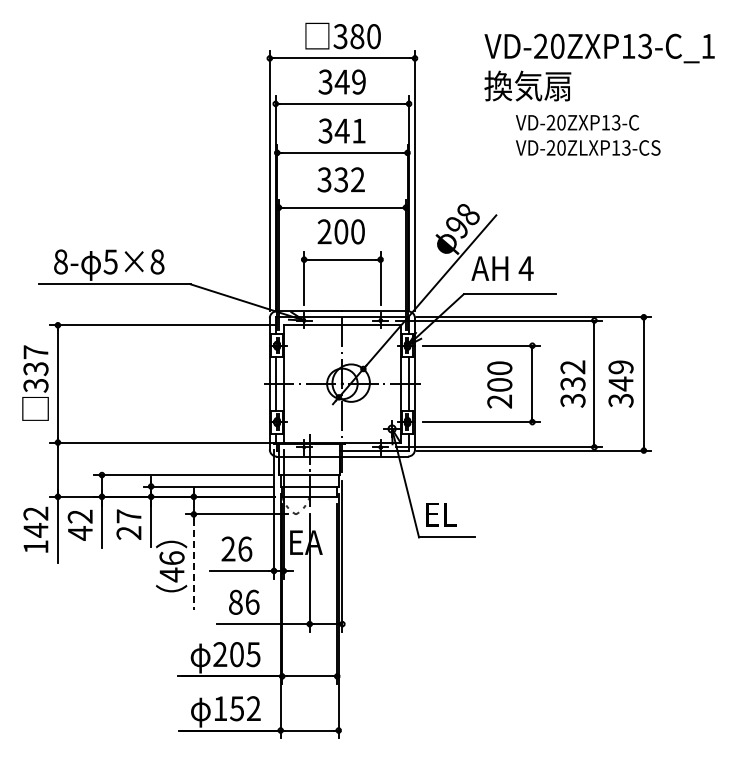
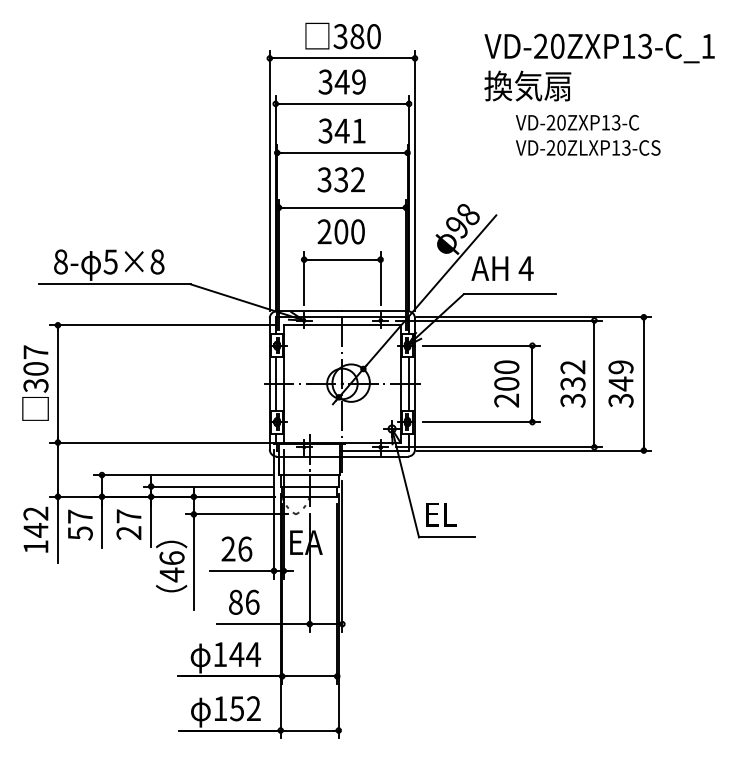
text at (35, 369): 337 -> 307
text at (499, 384) position: (499, 384) -> (506, 383)
text at (79, 524): 42 -> 57
line at (193, 564): dashed -> solid
text at (237, 654): 205 -> 144
